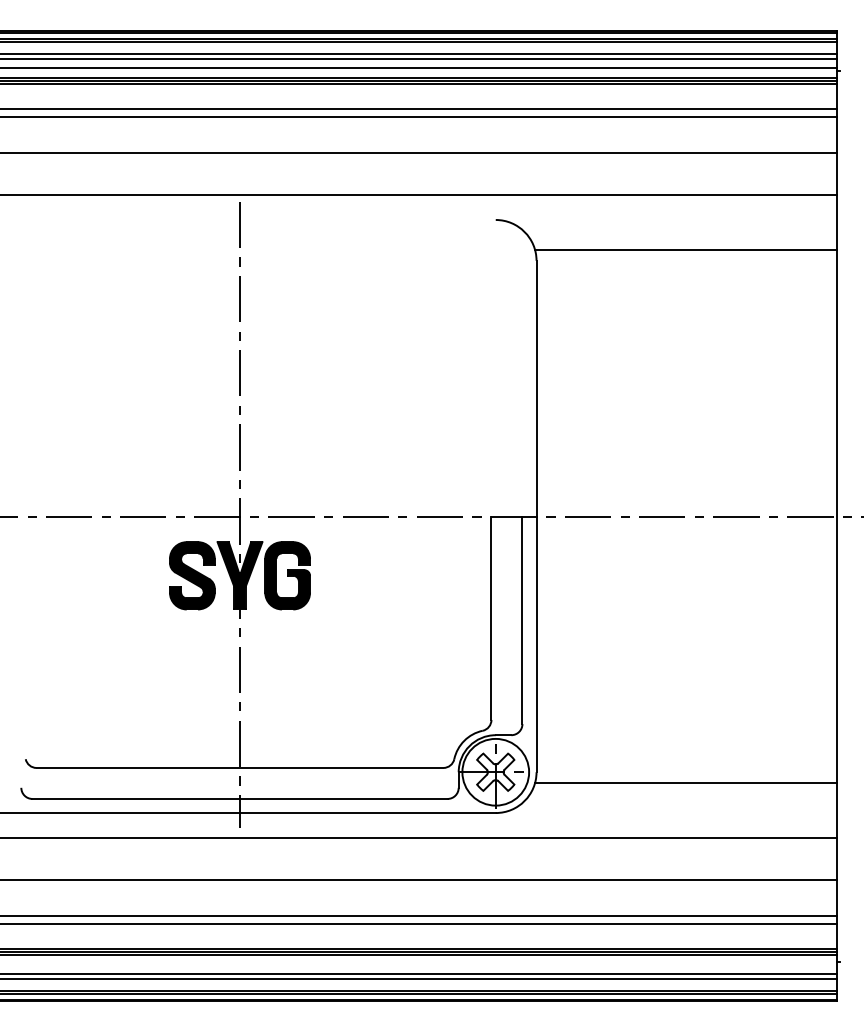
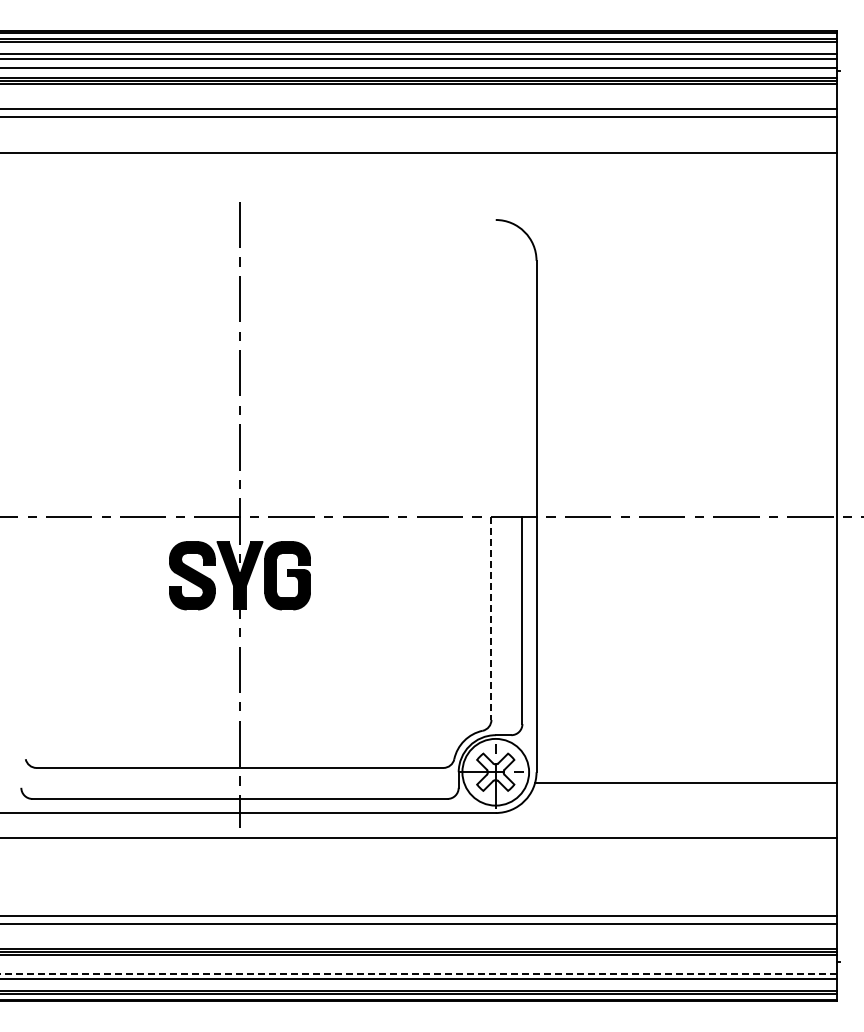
line at (419, 194): present -> none
line at (685, 249): present -> none
line at (491, 618): solid -> dashed
line at (419, 880): present -> none
line at (418, 973): solid -> dashed
